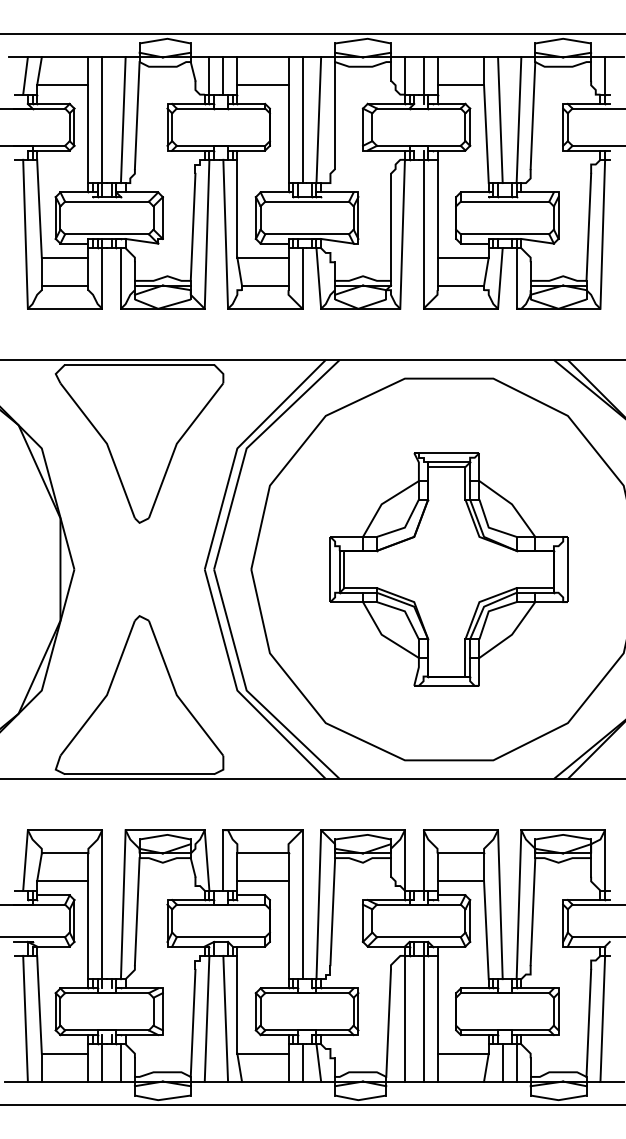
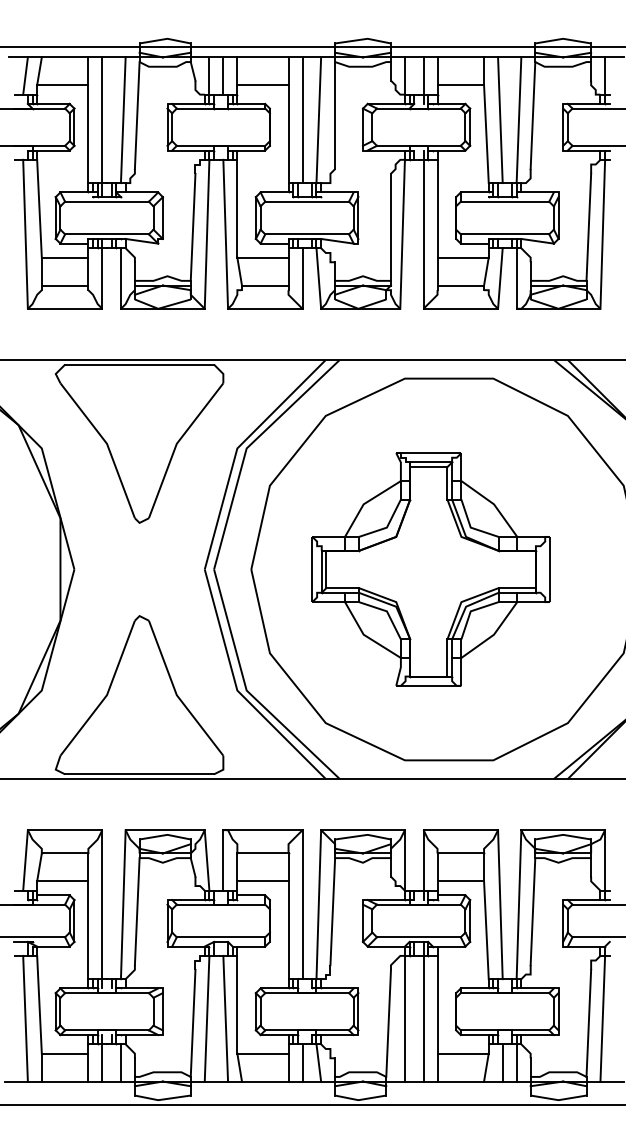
line at (312, 34) position: (312, 34) -> (312, 47)
part at (448, 569) position: (448, 569) -> (430, 569)
